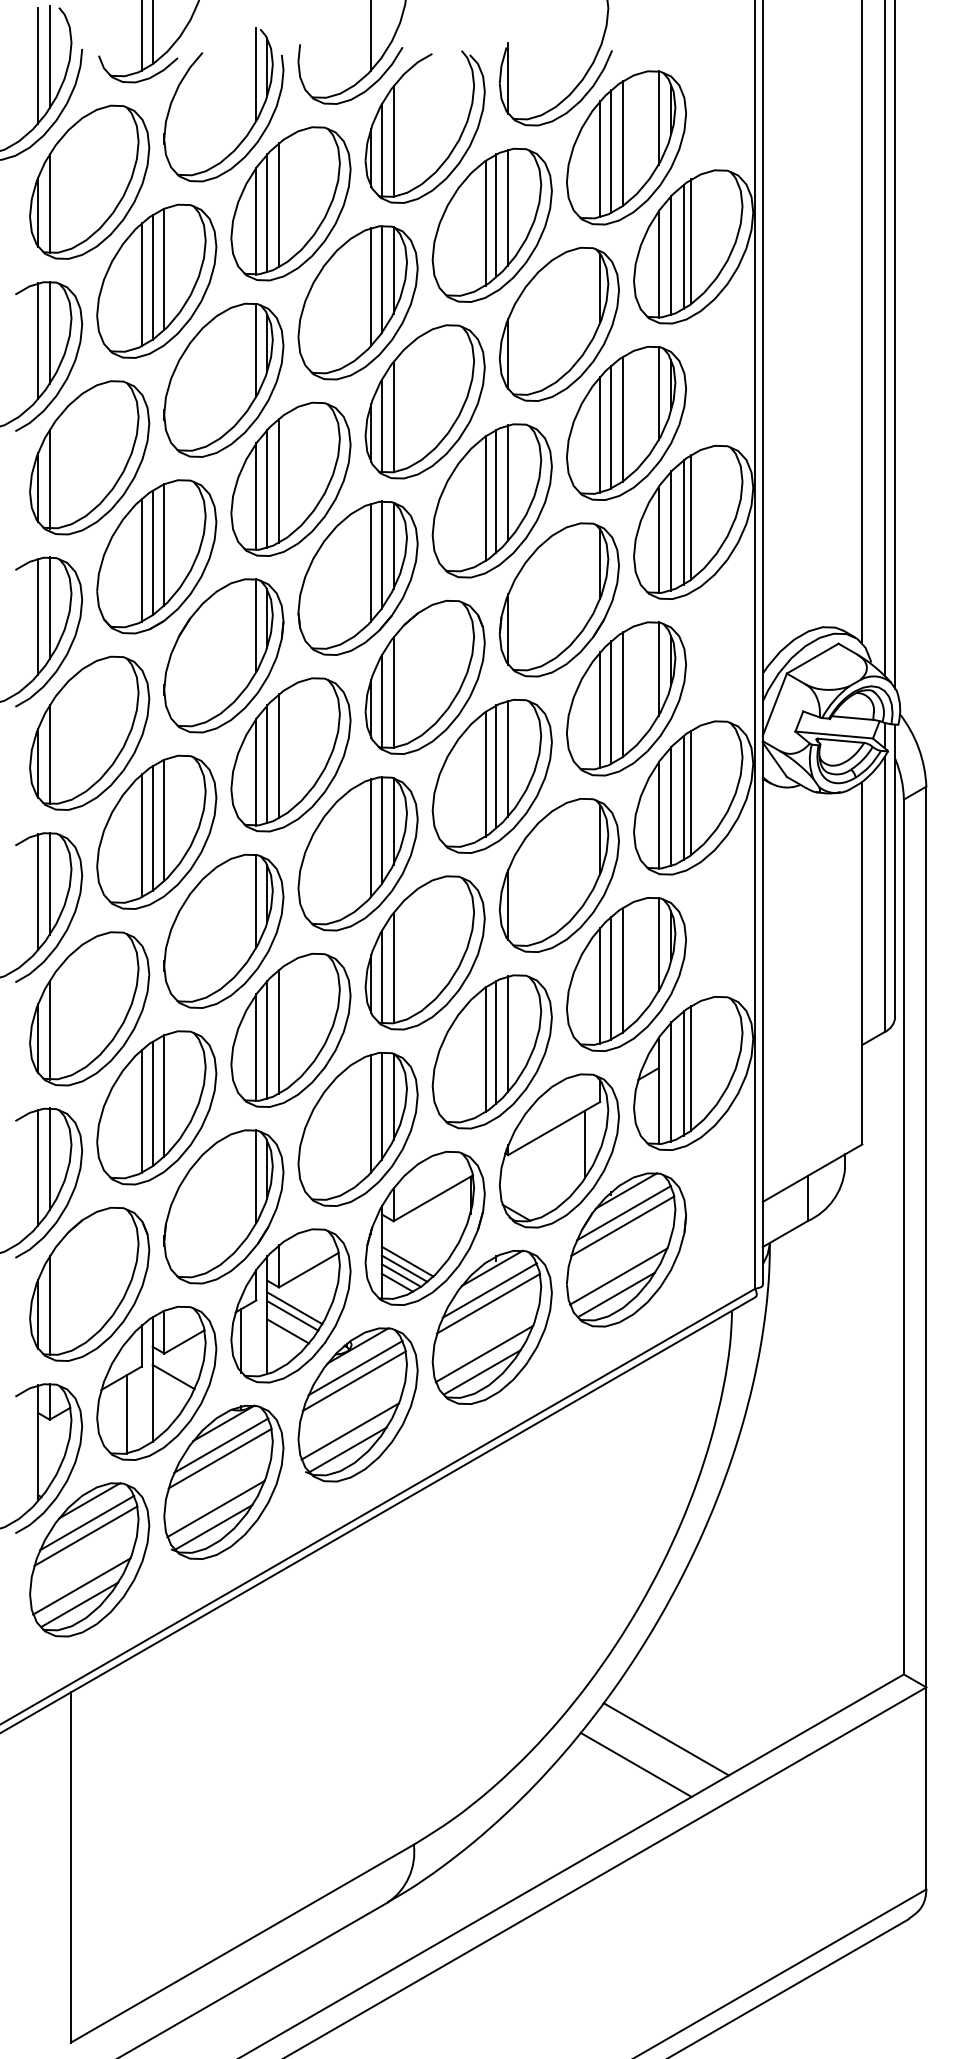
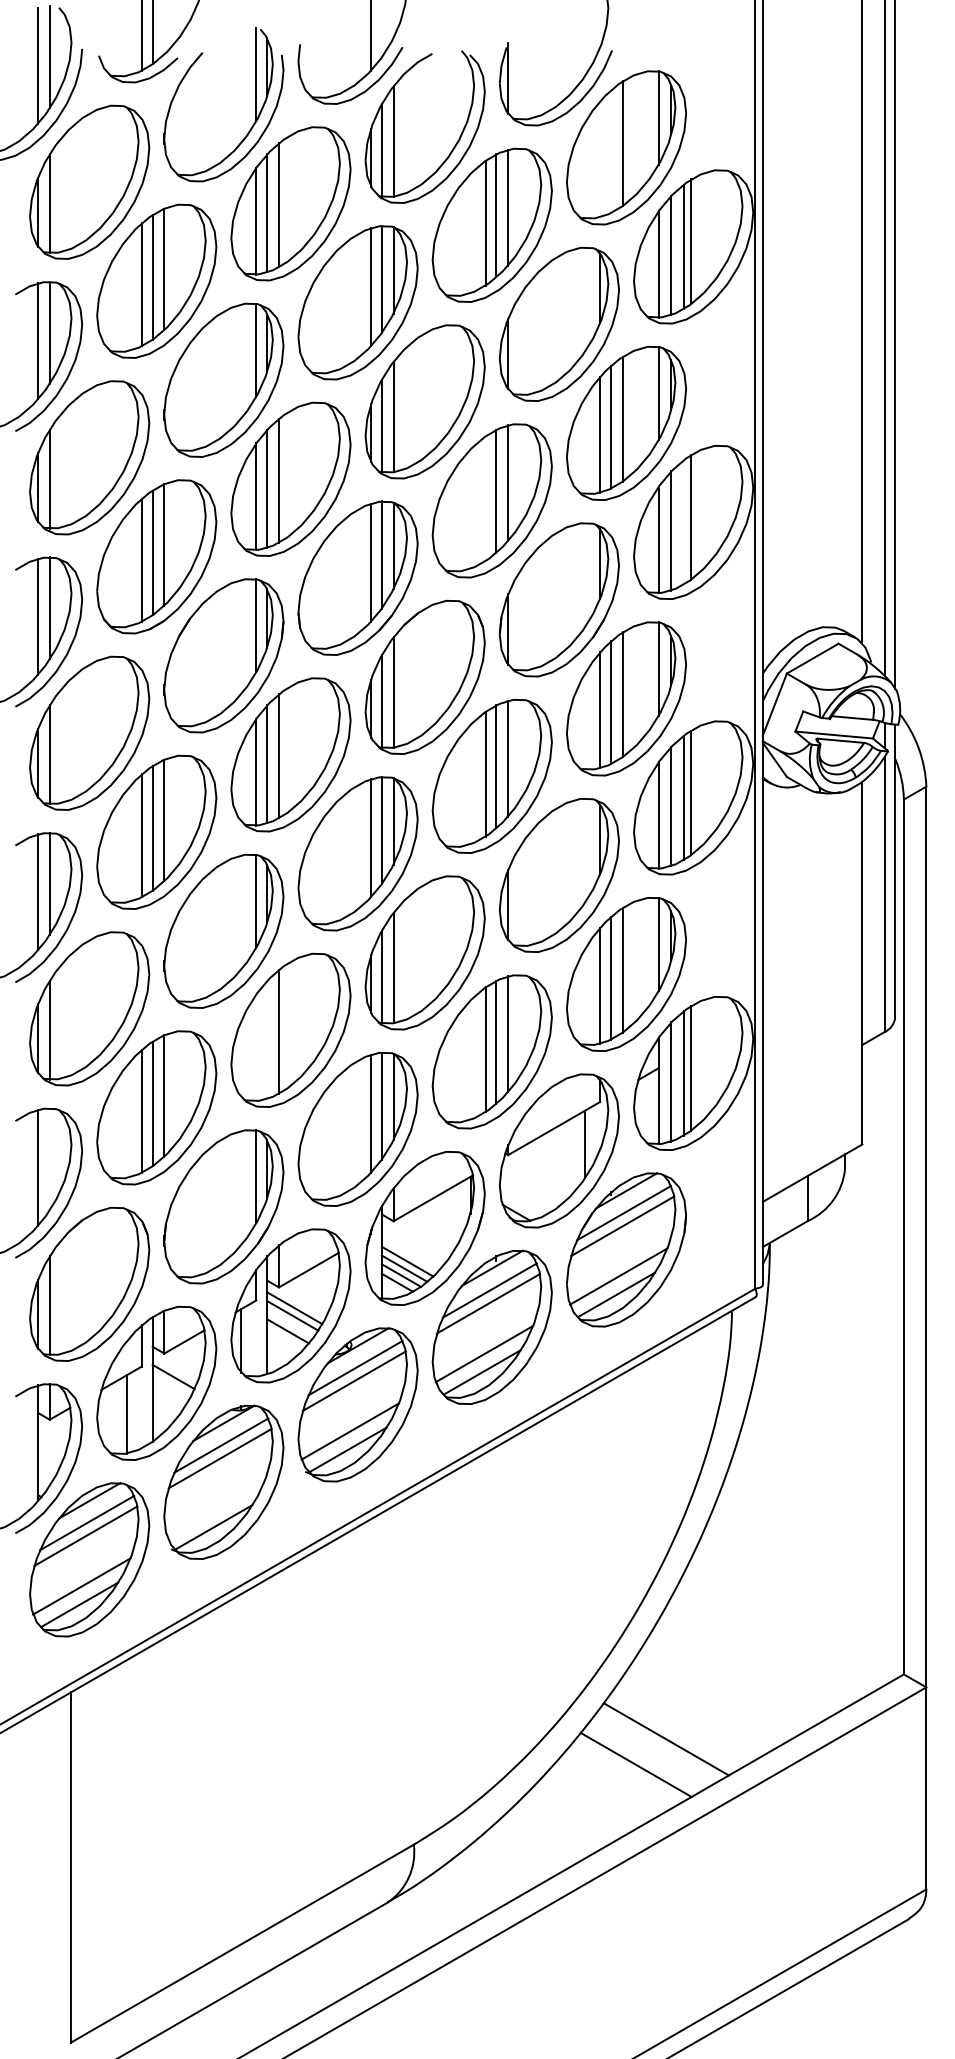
line at (611, 151): present -> none
line at (600, 159): present -> none
line at (485, 498): present -> none
line at (683, 522): present -> none
line at (267, 1039): present -> none
line at (256, 1047): present -> none
line at (49, 1159): present -> none
line at (215, 1508): present -> none
